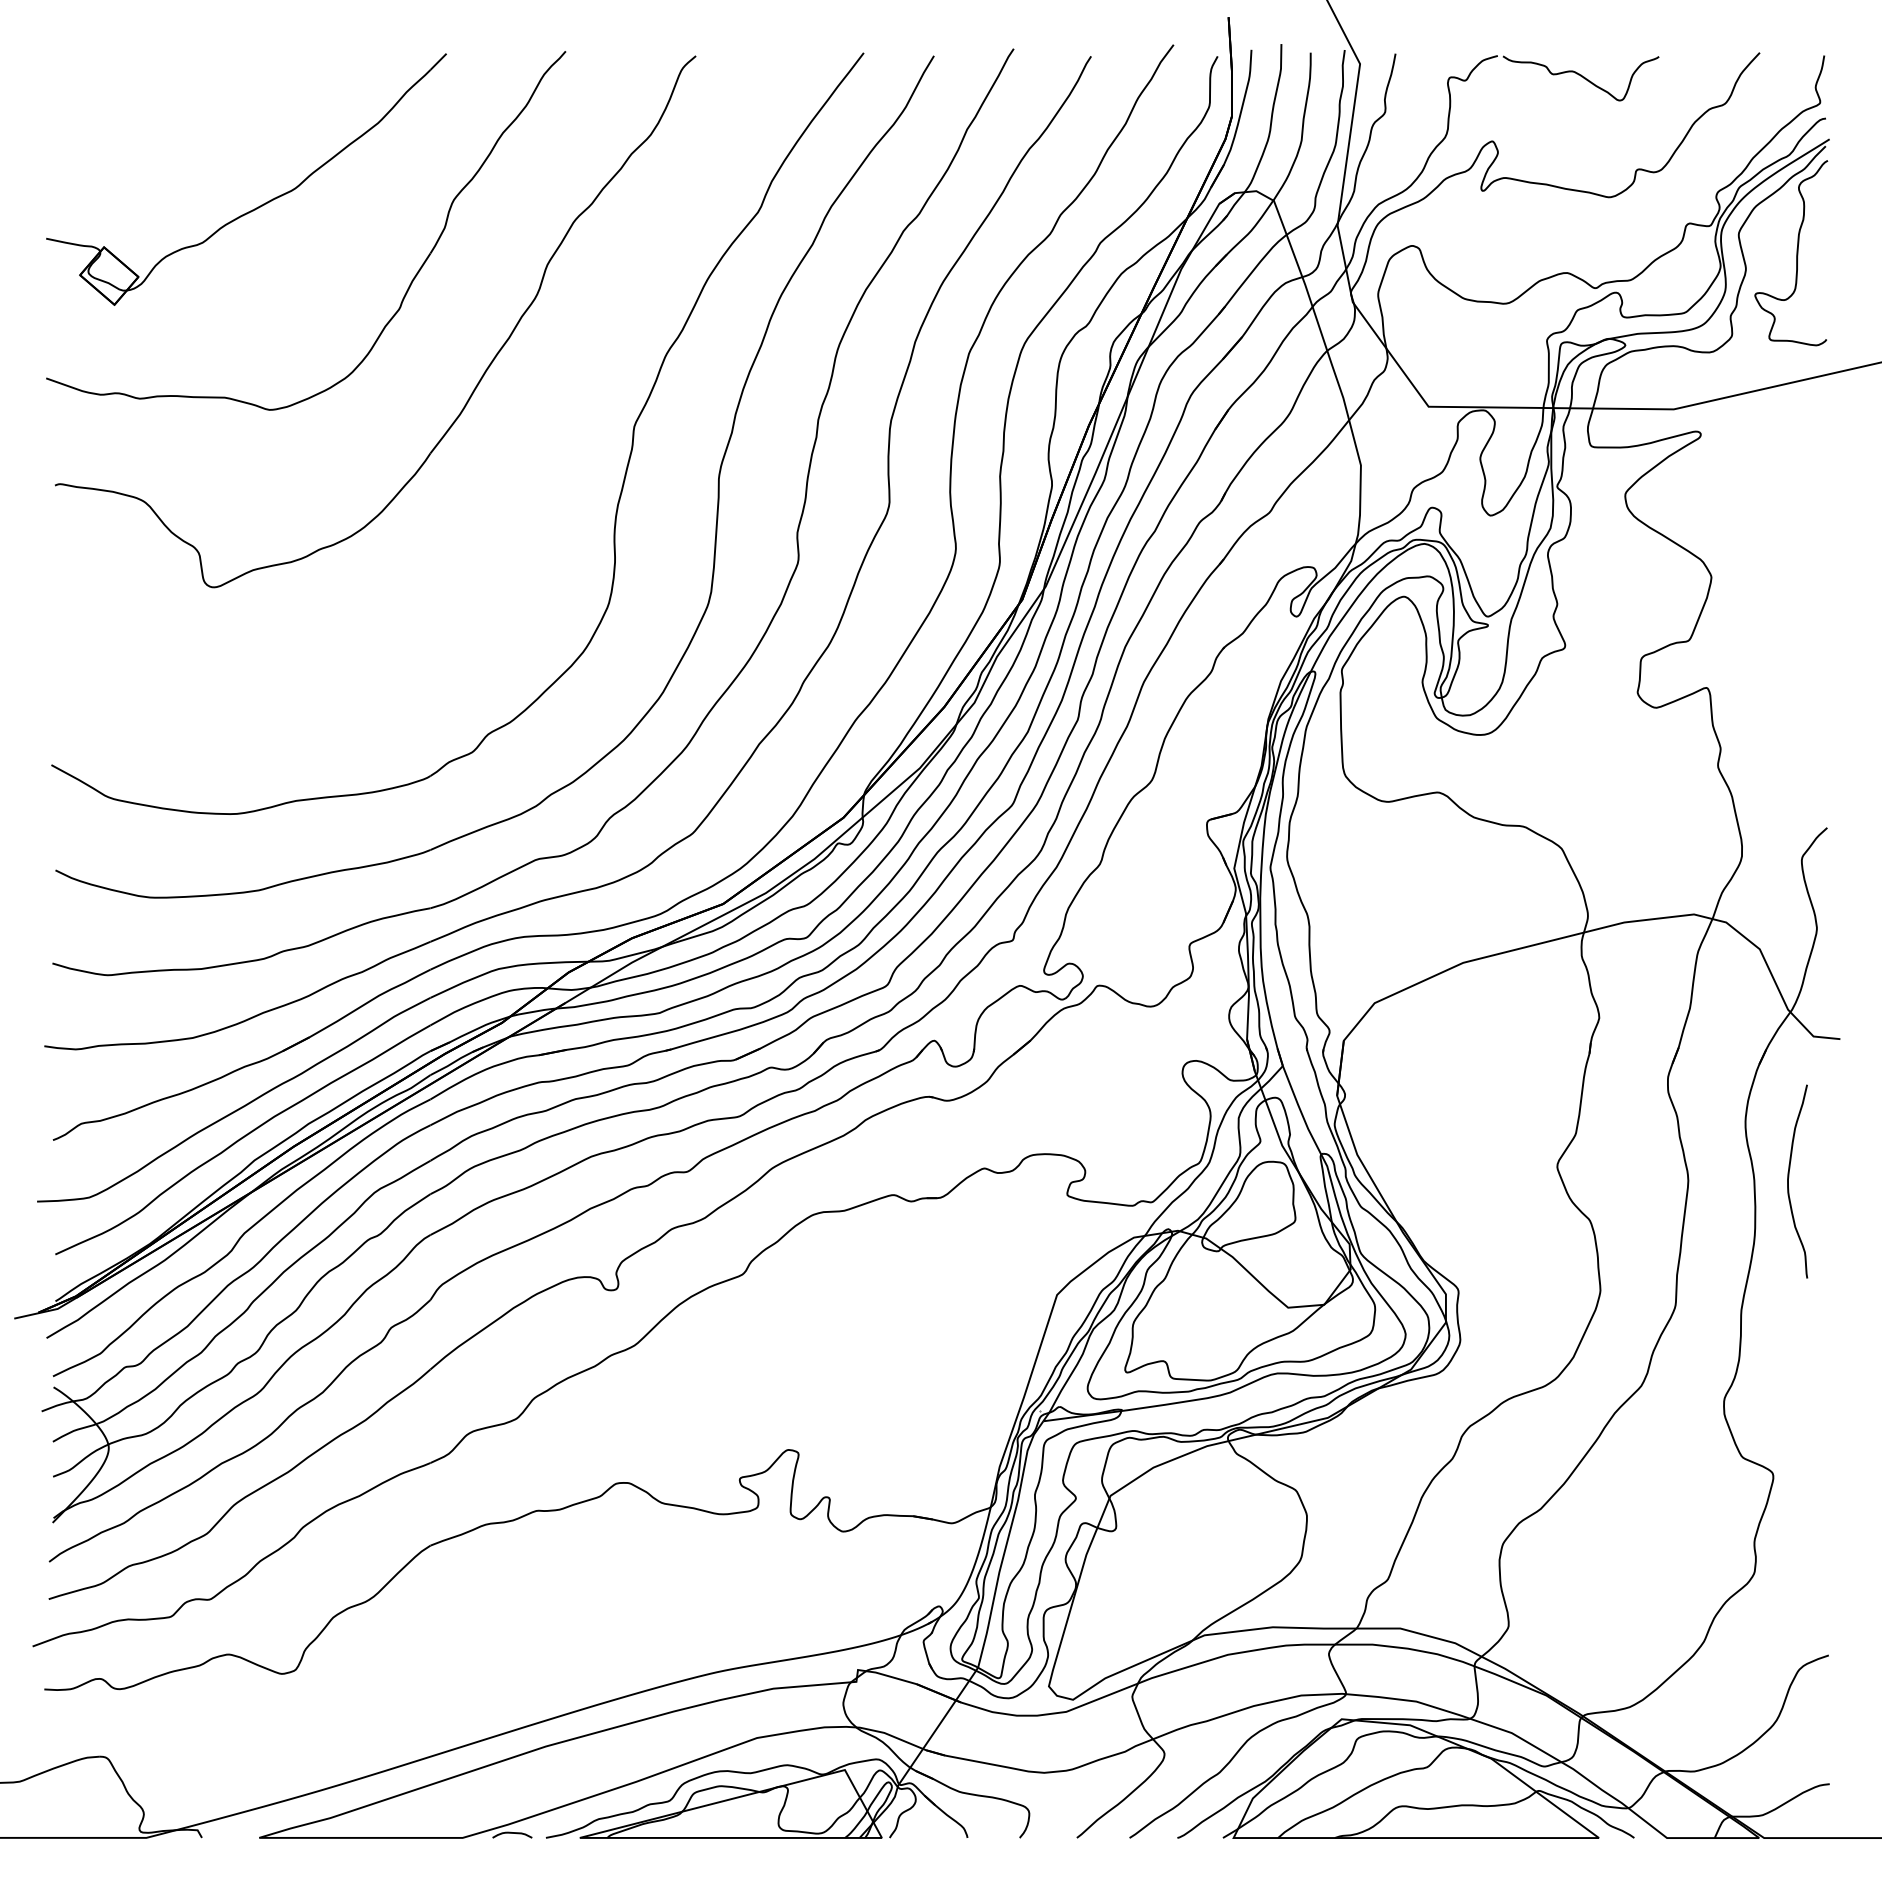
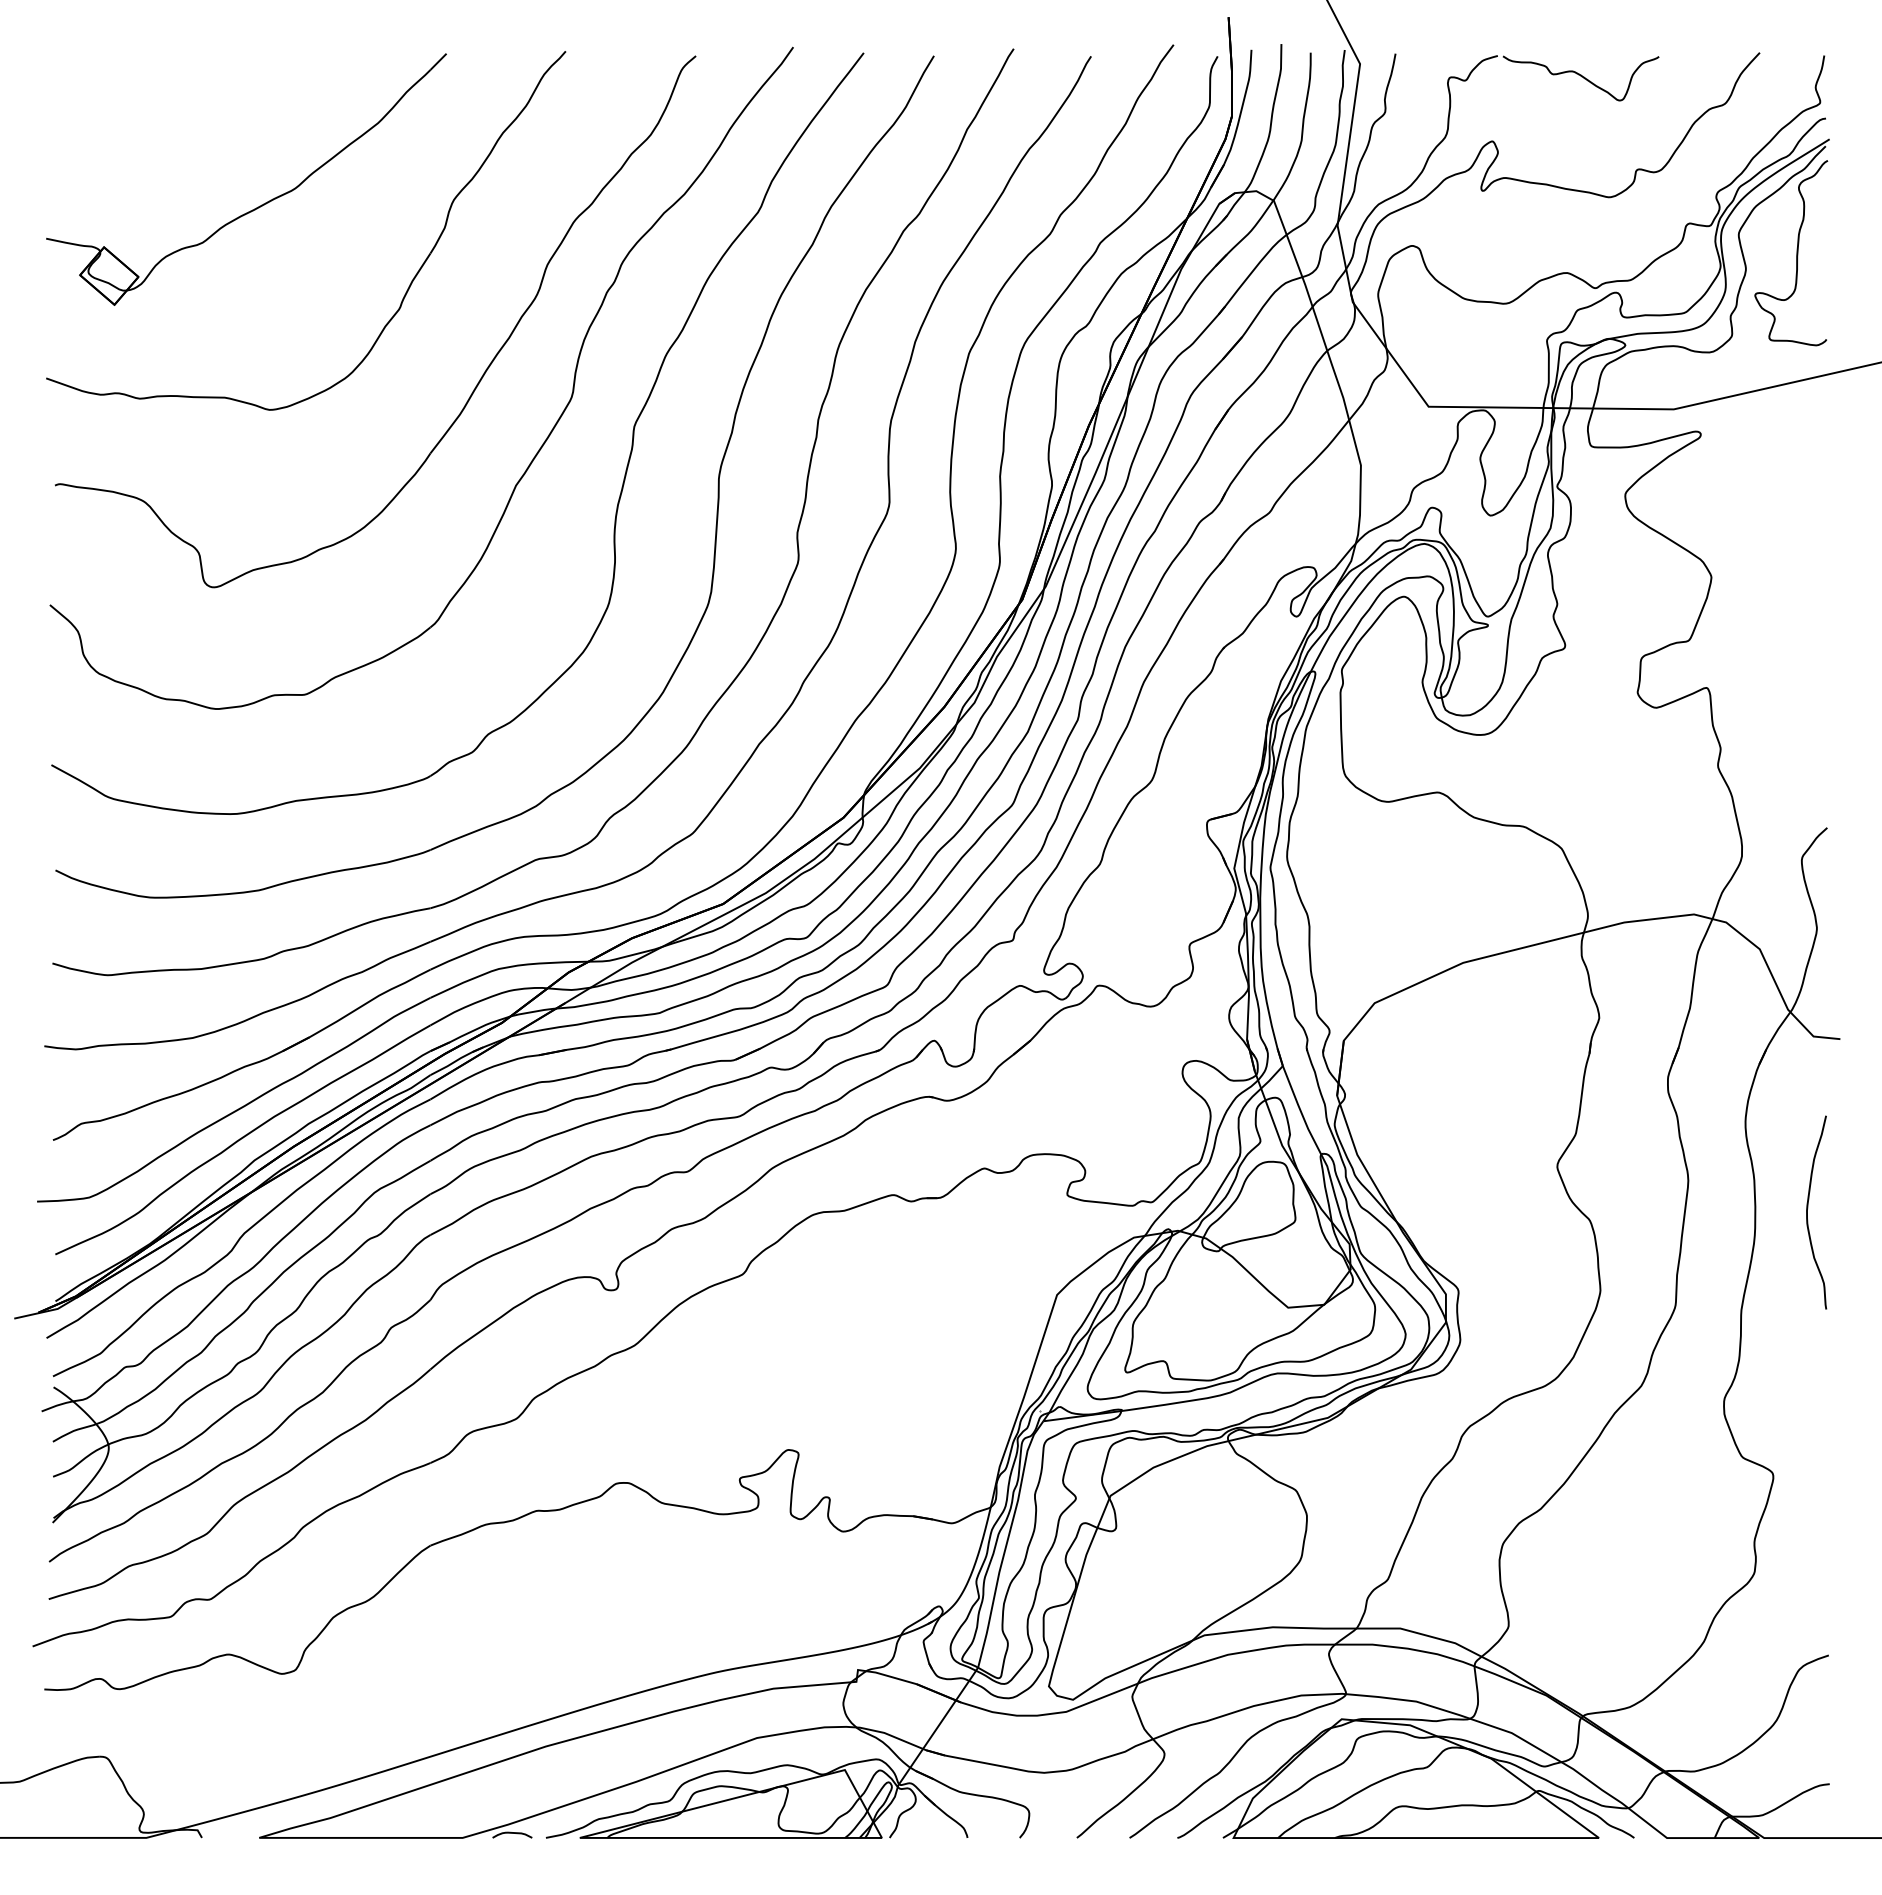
part at (536, 452): none -> present
curve at (1789, 1177) position: (1789, 1177) -> (1808, 1208)
